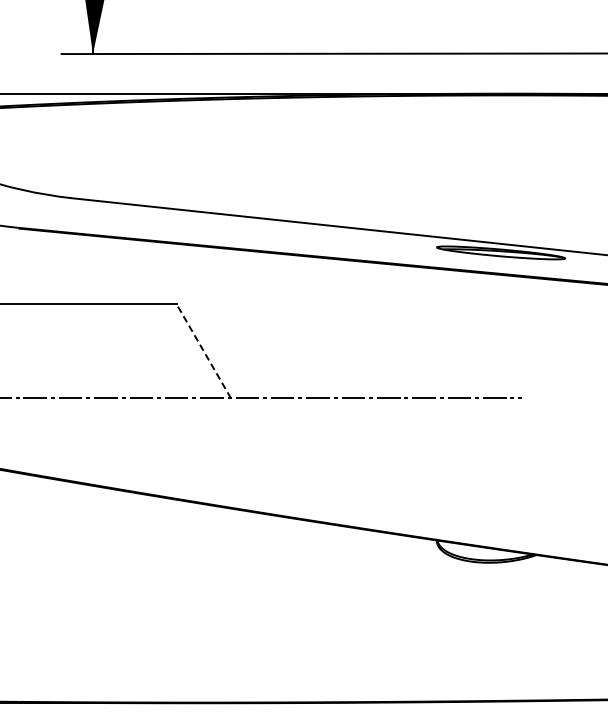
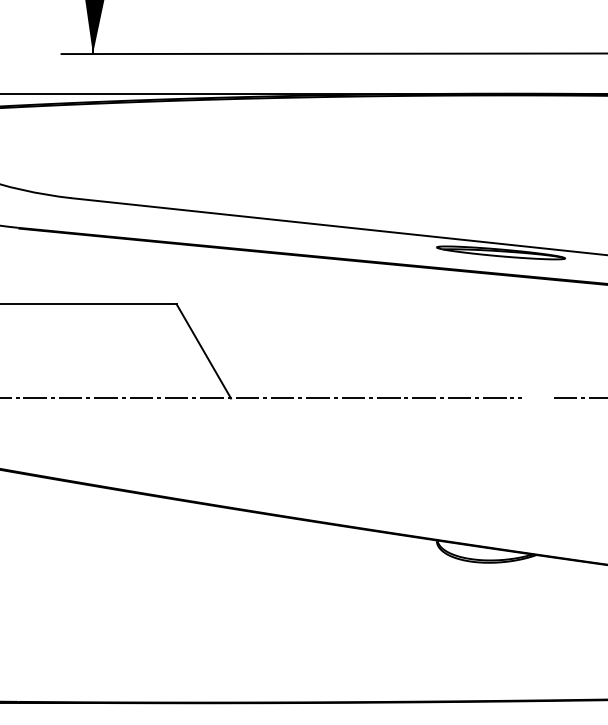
line at (203, 350): dashed -> solid
line at (578, 398): none -> present
